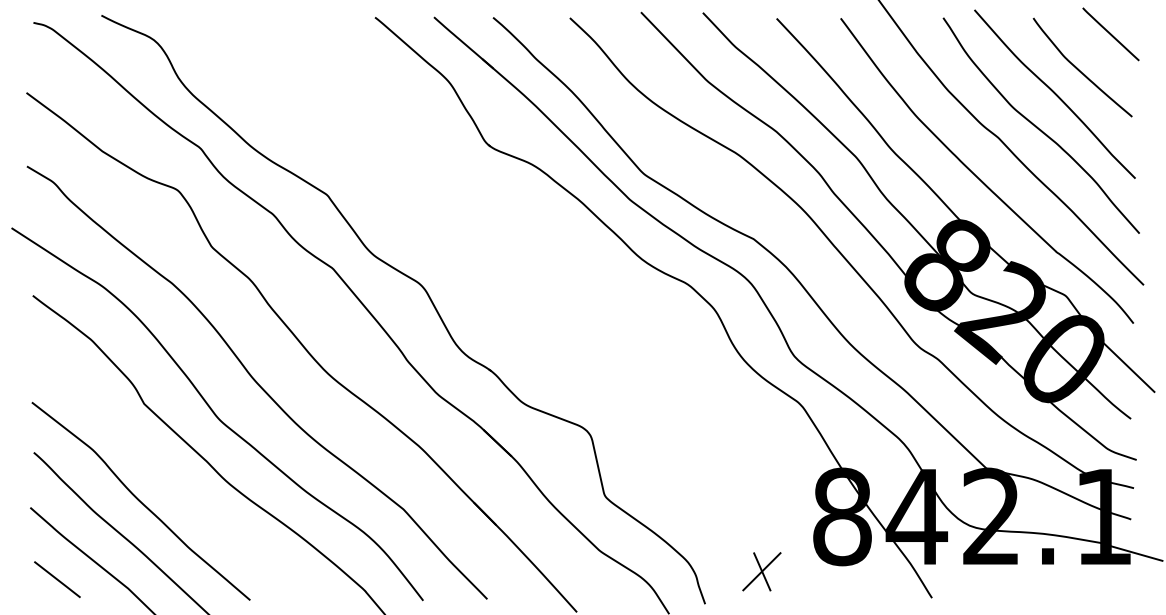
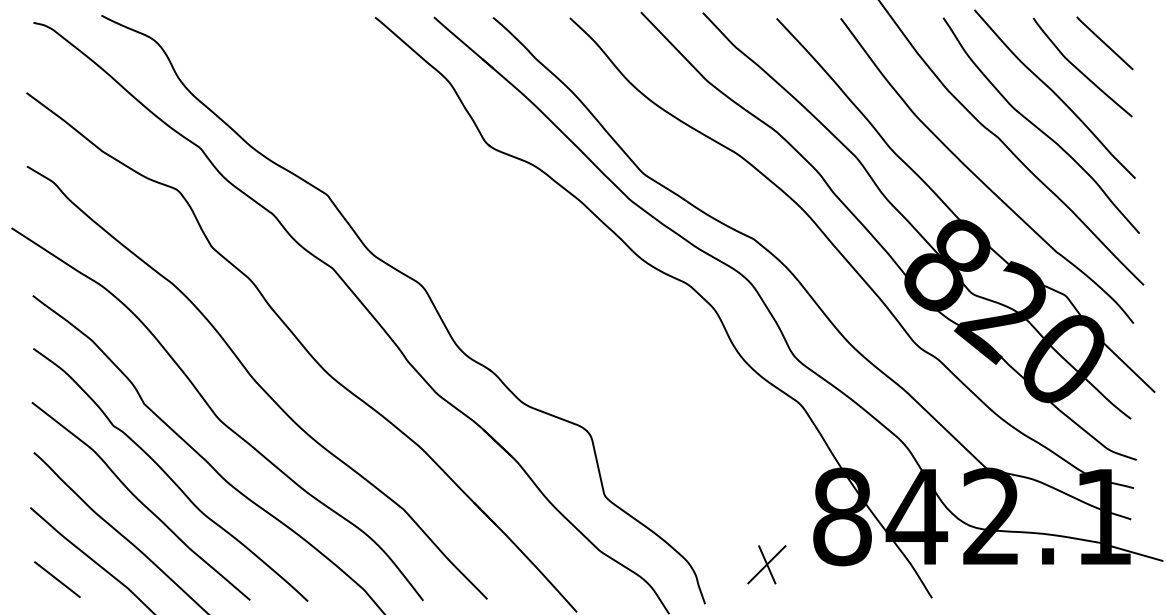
line at (1110, 34) position: (1110, 34) -> (1104, 43)
curve at (169, 475): none -> present
part at (761, 571) position: (761, 571) -> (766, 564)
